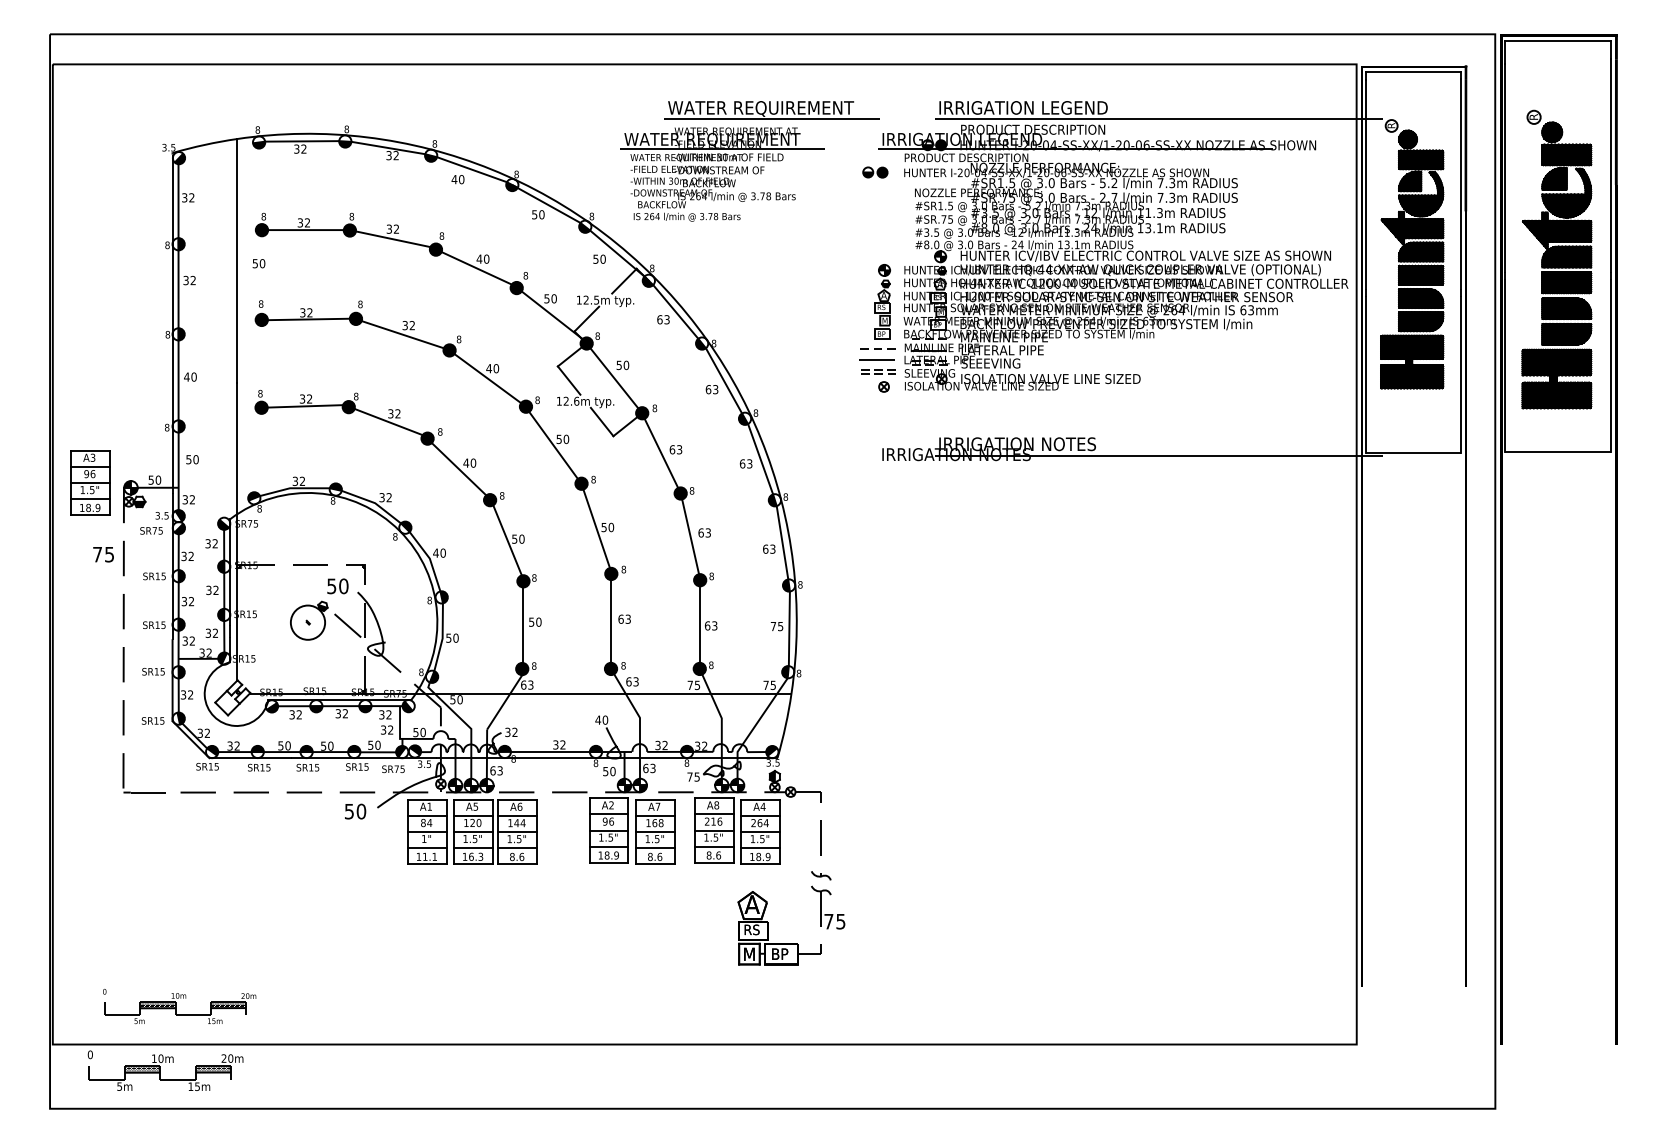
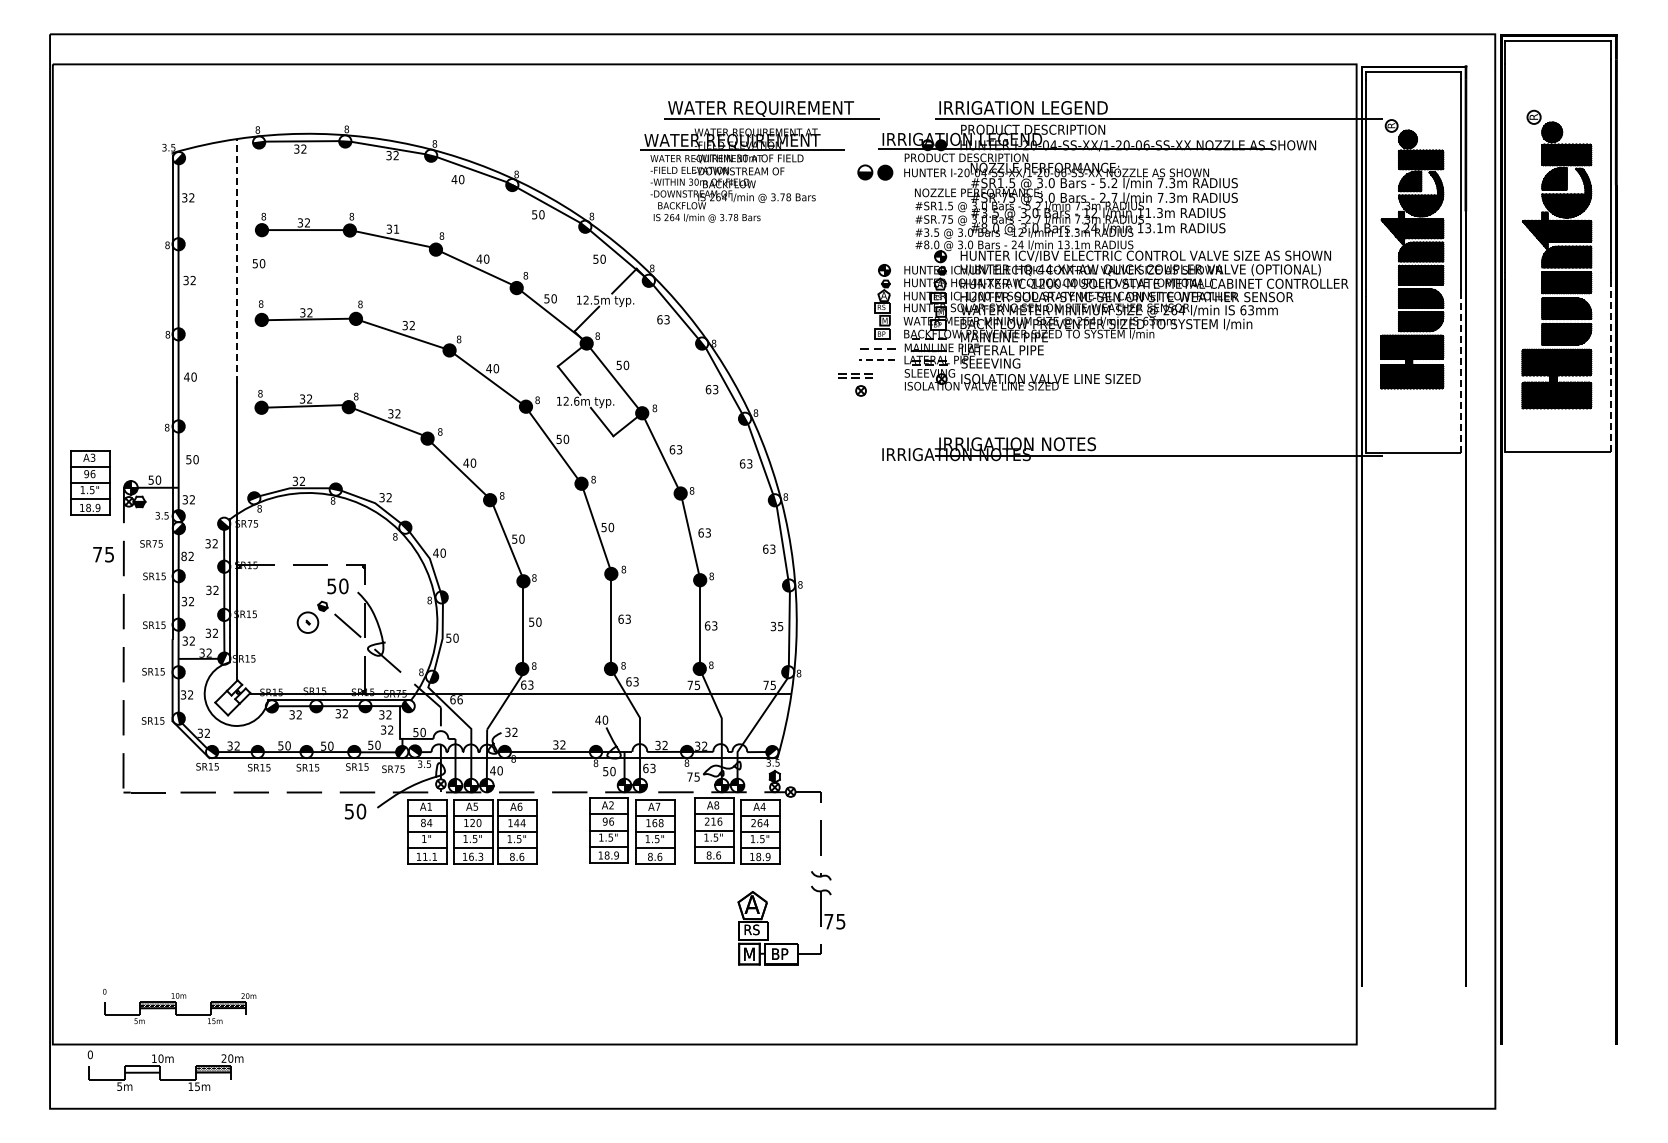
part at (875, 172) size: 27x13 px -> 37x17 px
part at (722, 174) position: (722, 174) -> (742, 175)
text at (395, 228): 32 -> 31
line at (236, 261): solid -> dashed
line at (876, 360): solid -> dashed
line at (1611, 365): solid -> dashed
line at (1461, 374): solid -> dashed
part at (878, 380) position: (878, 380) -> (855, 384)
text at (151, 530) position: (151, 530) -> (151, 543)
text at (183, 556): 32 -> 82
circle at (307, 622) diameter: 34 px -> 21 px
text at (773, 626): 75 -> 35
text at (456, 699): 50 -> 66
text at (496, 770): 63 -> 40
hatch at (142, 1069): present -> none
